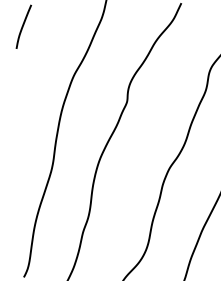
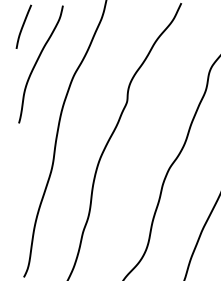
curve at (37, 62): none -> present
